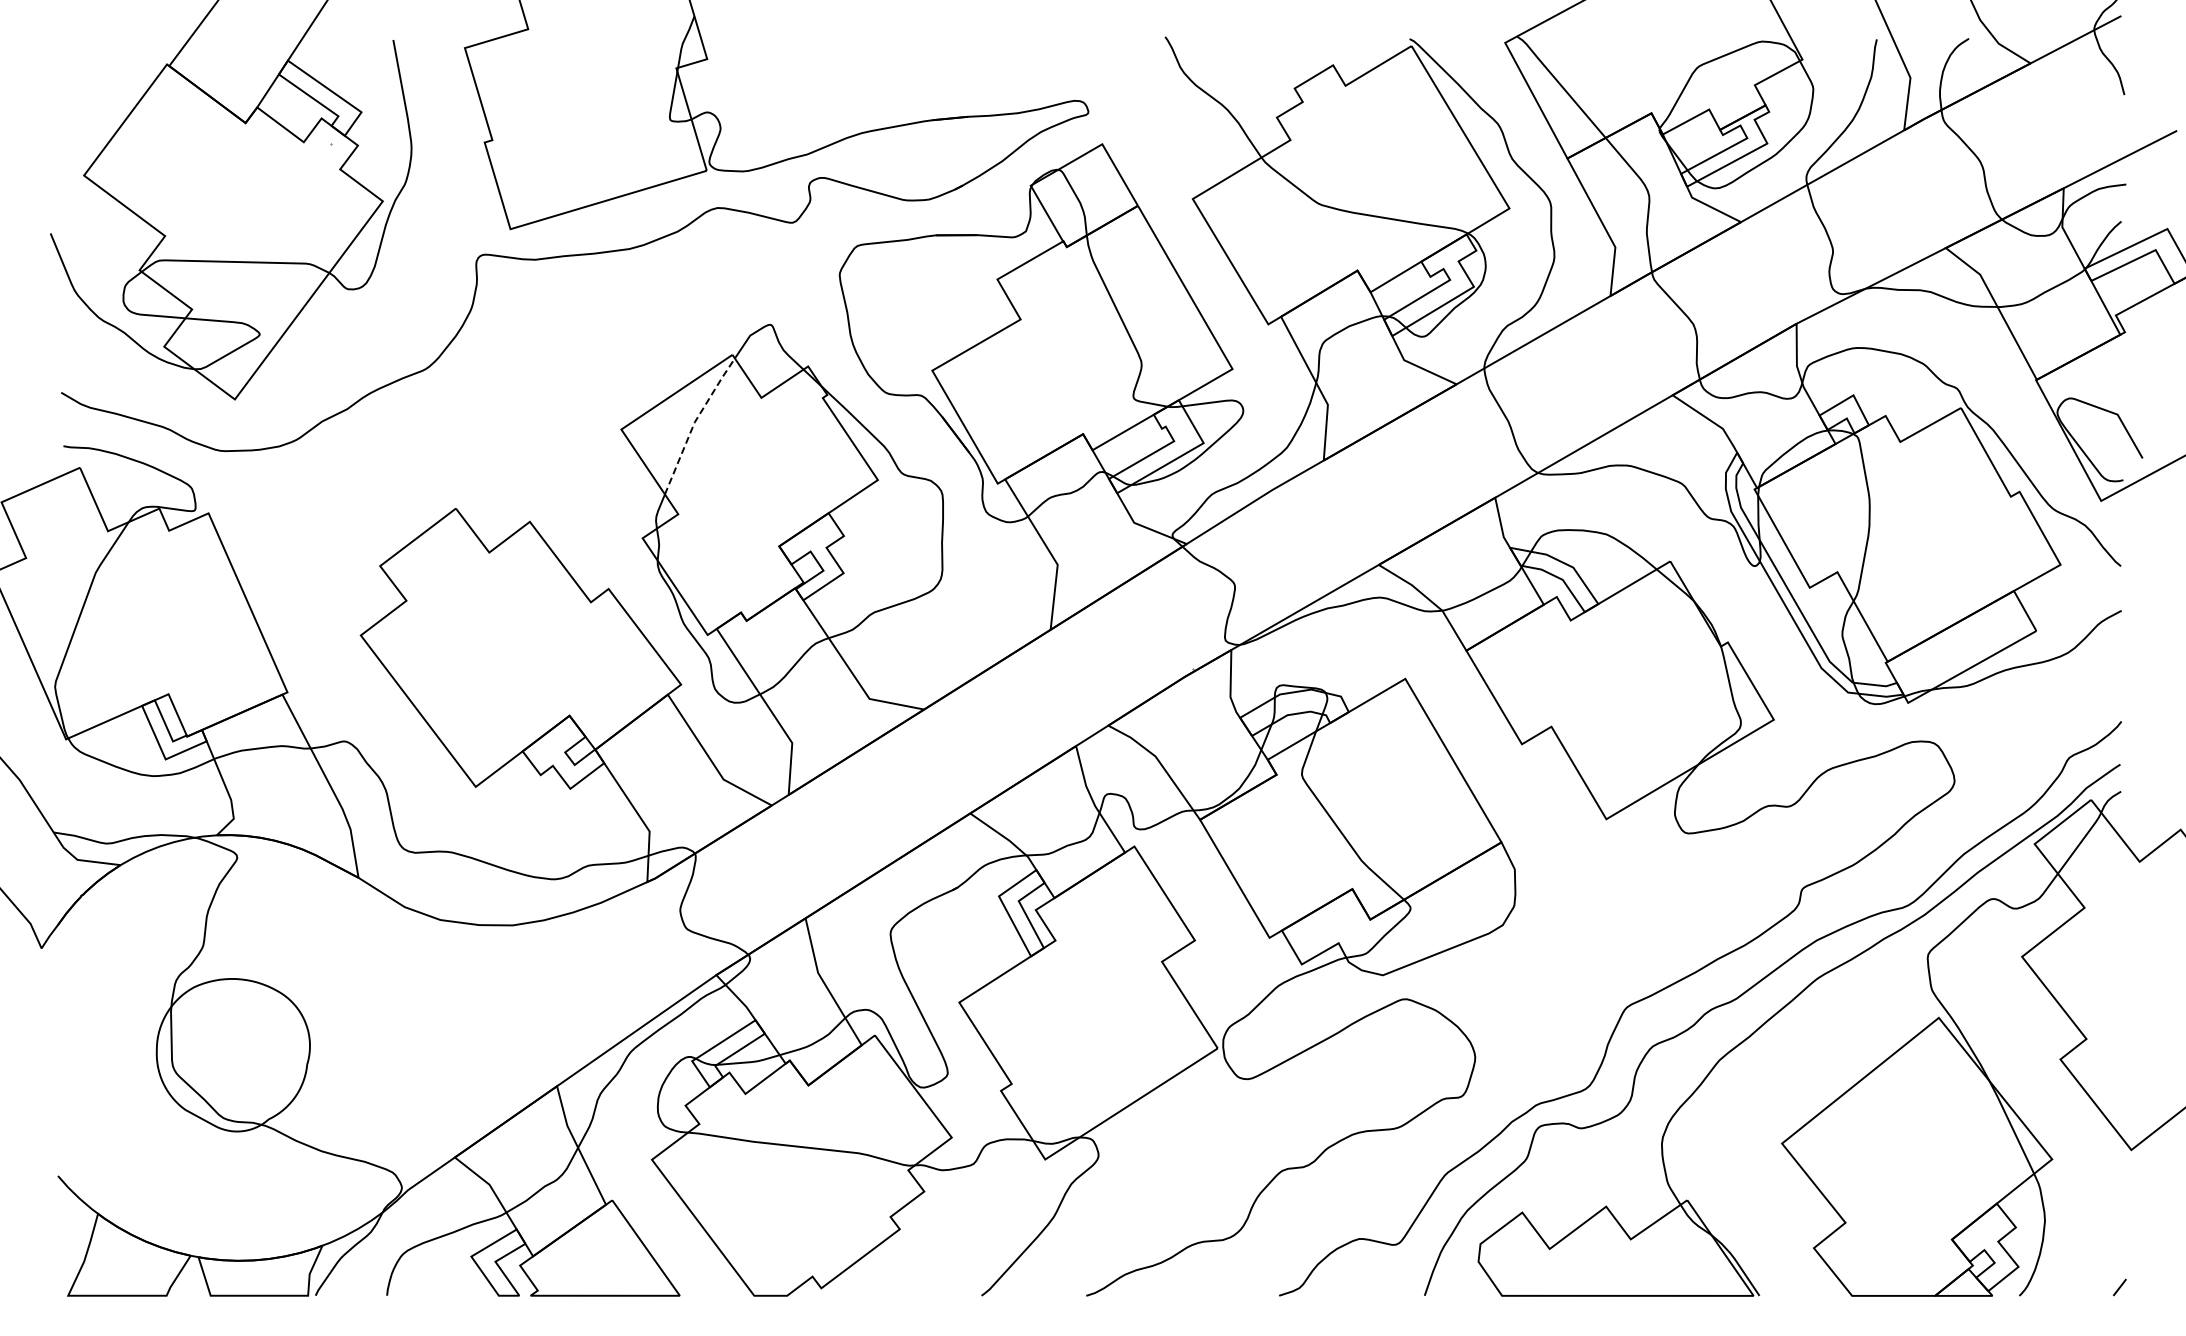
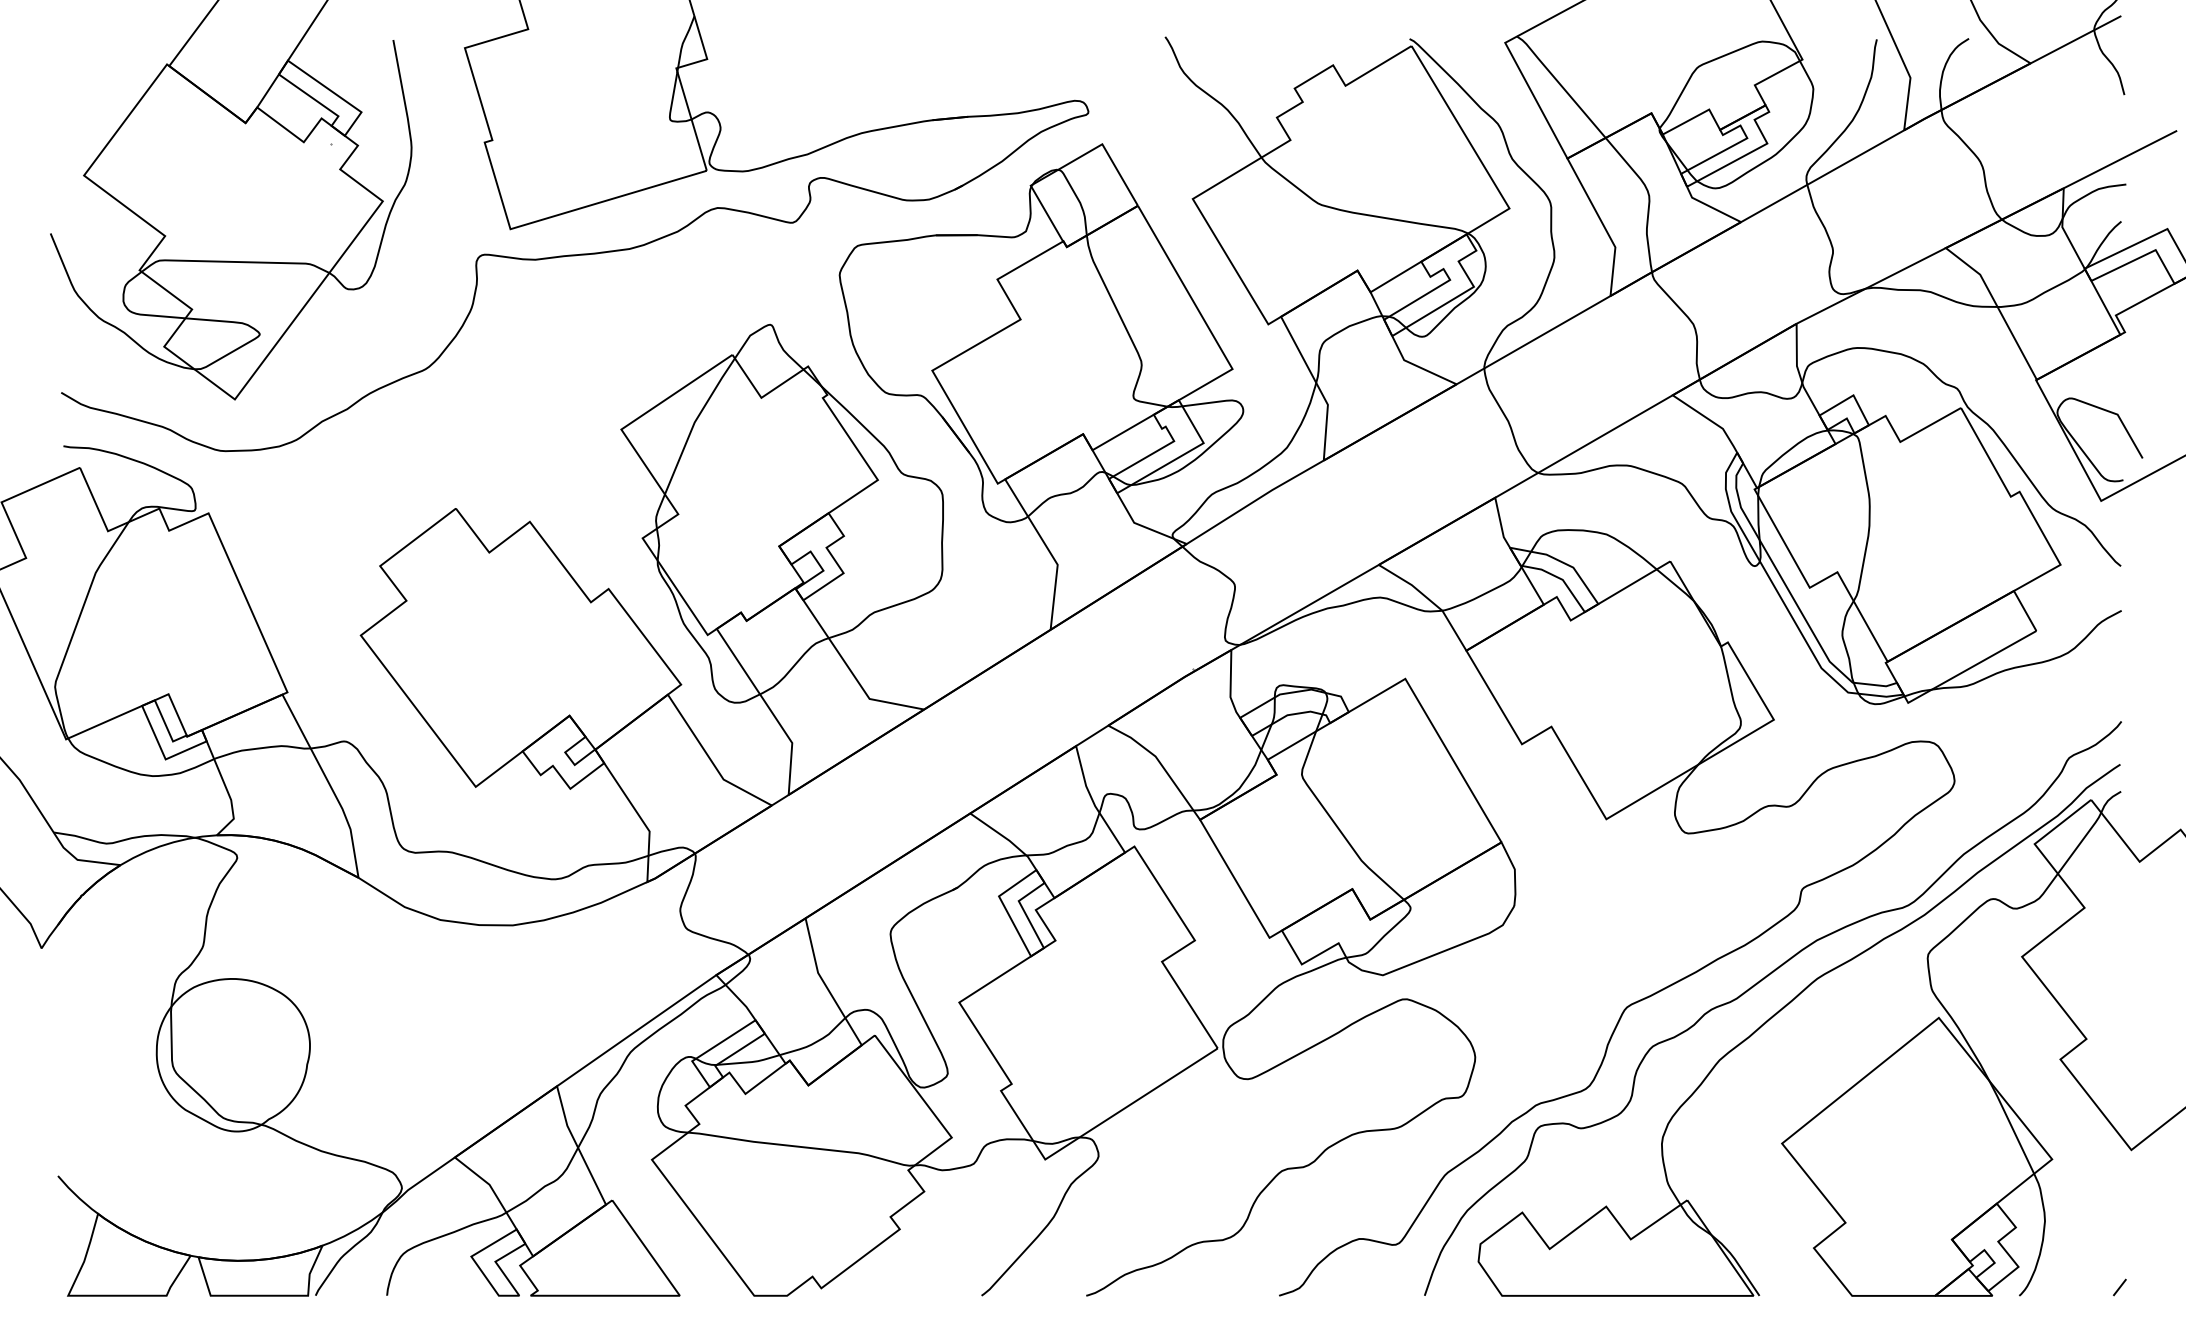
line at (694, 422): dashed -> solid
